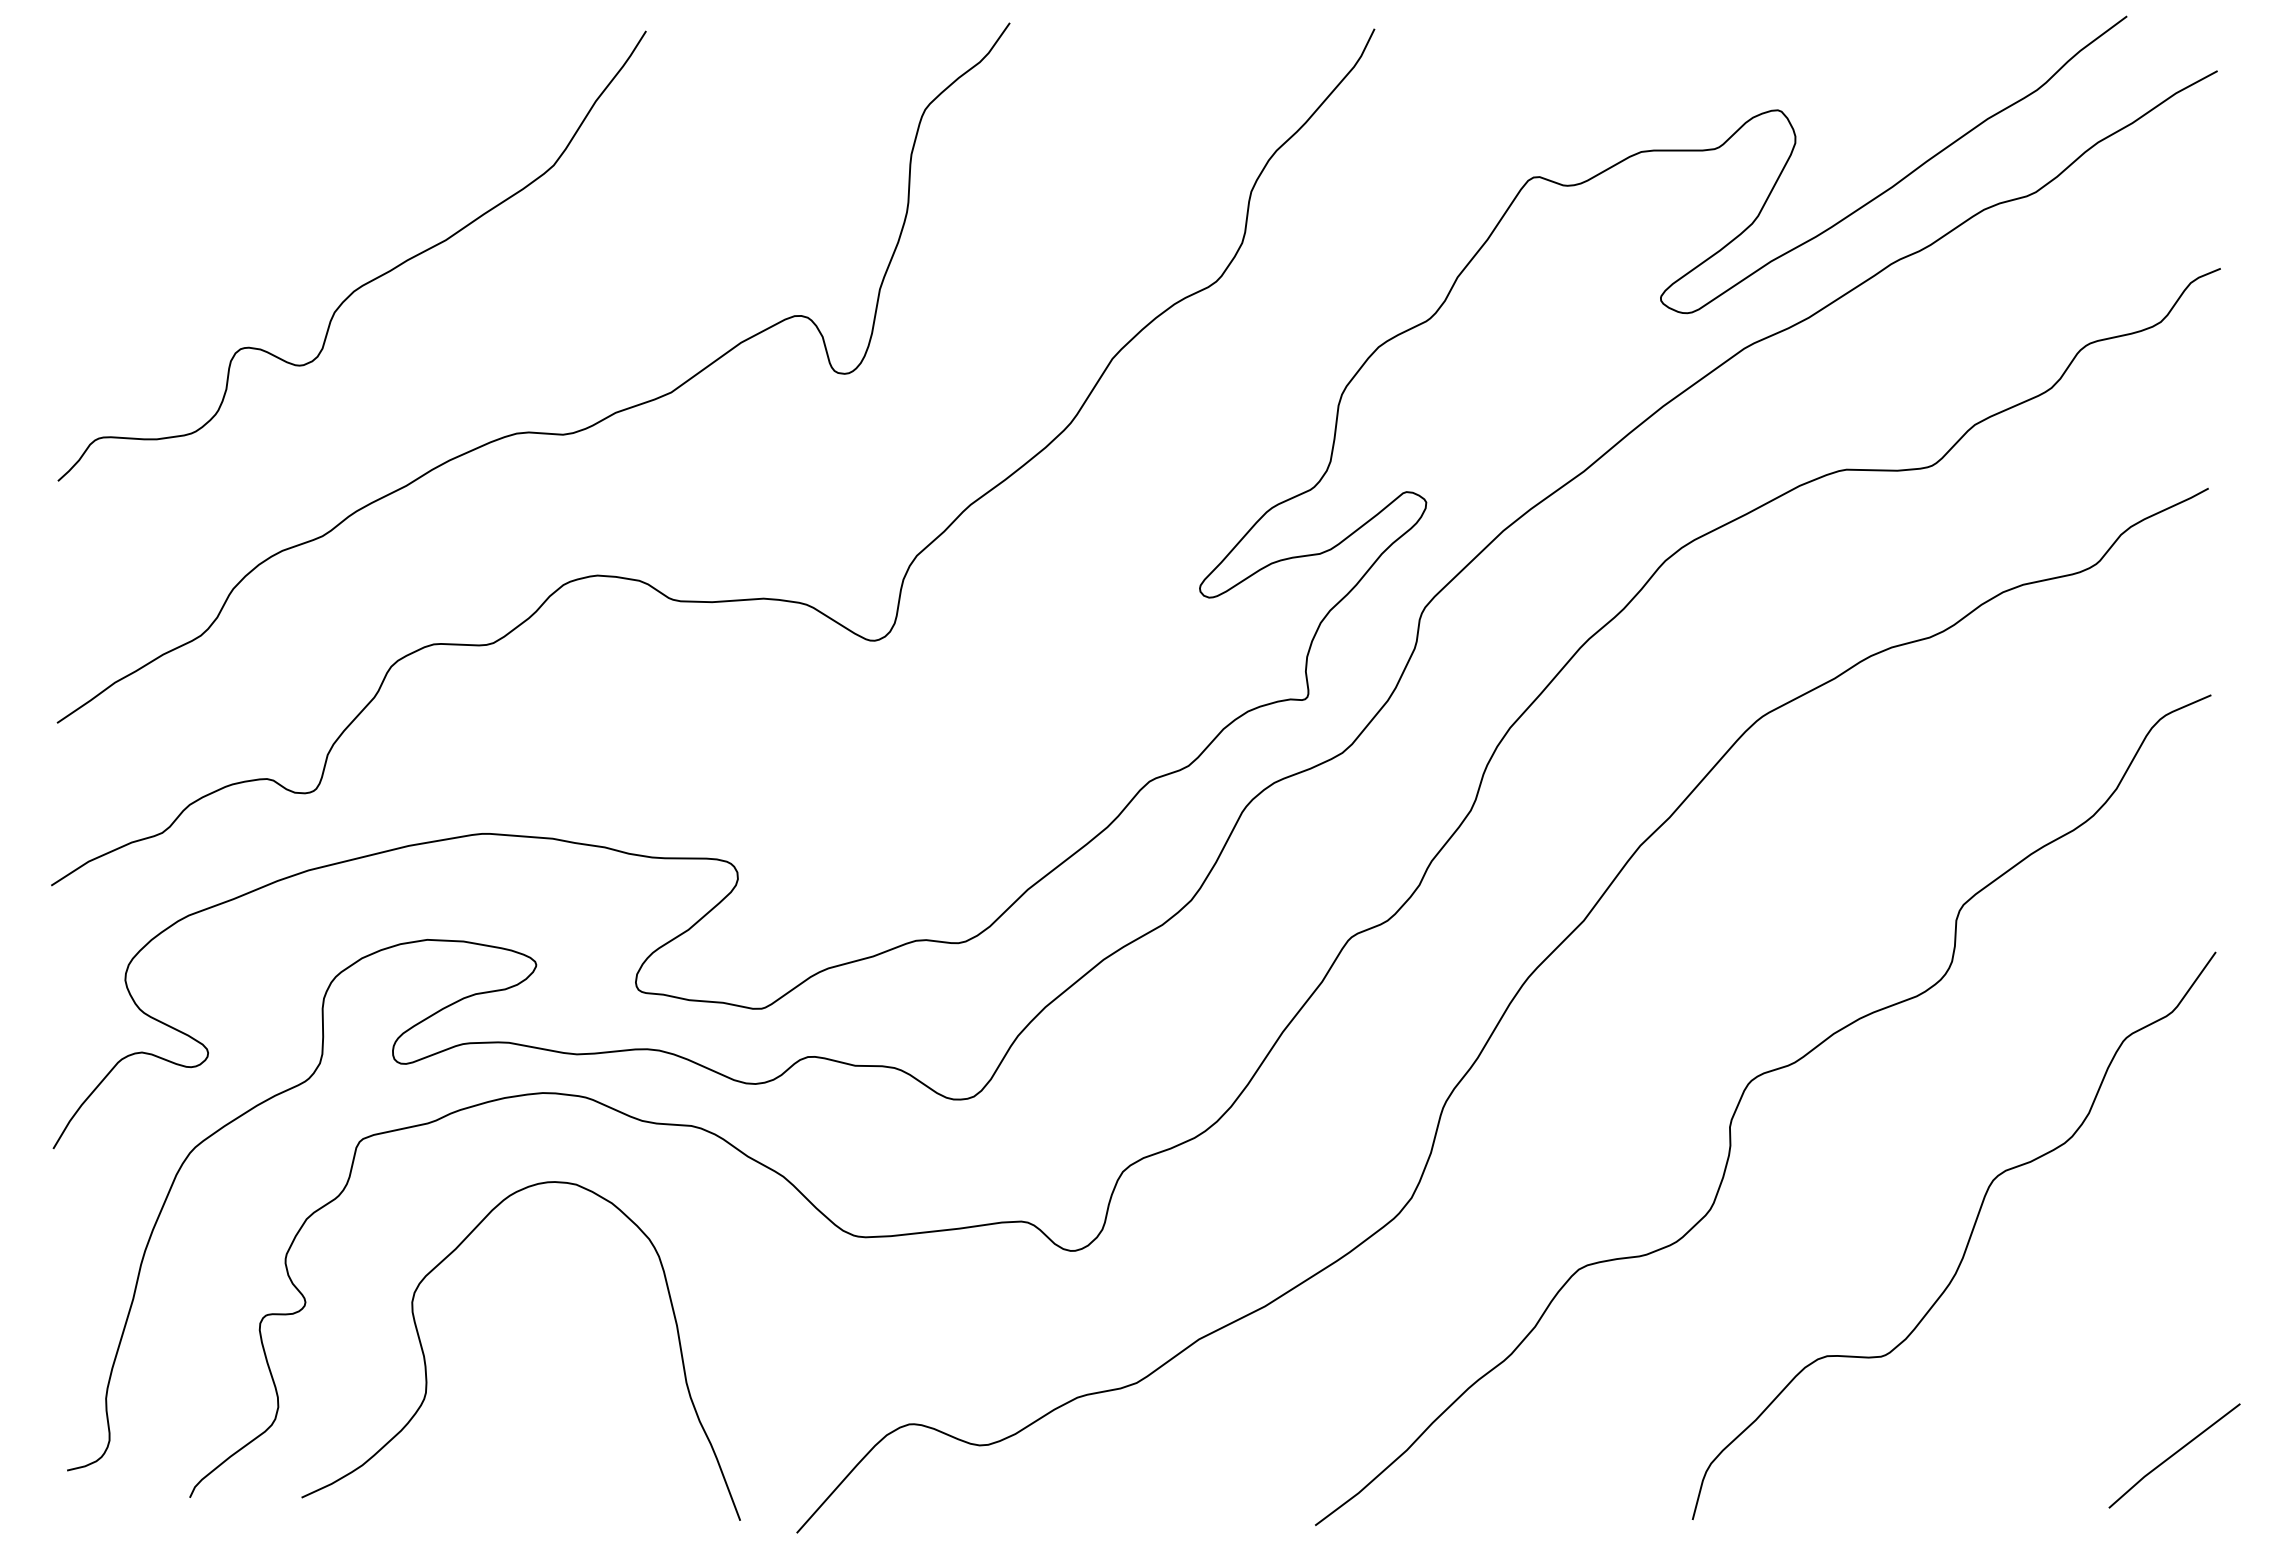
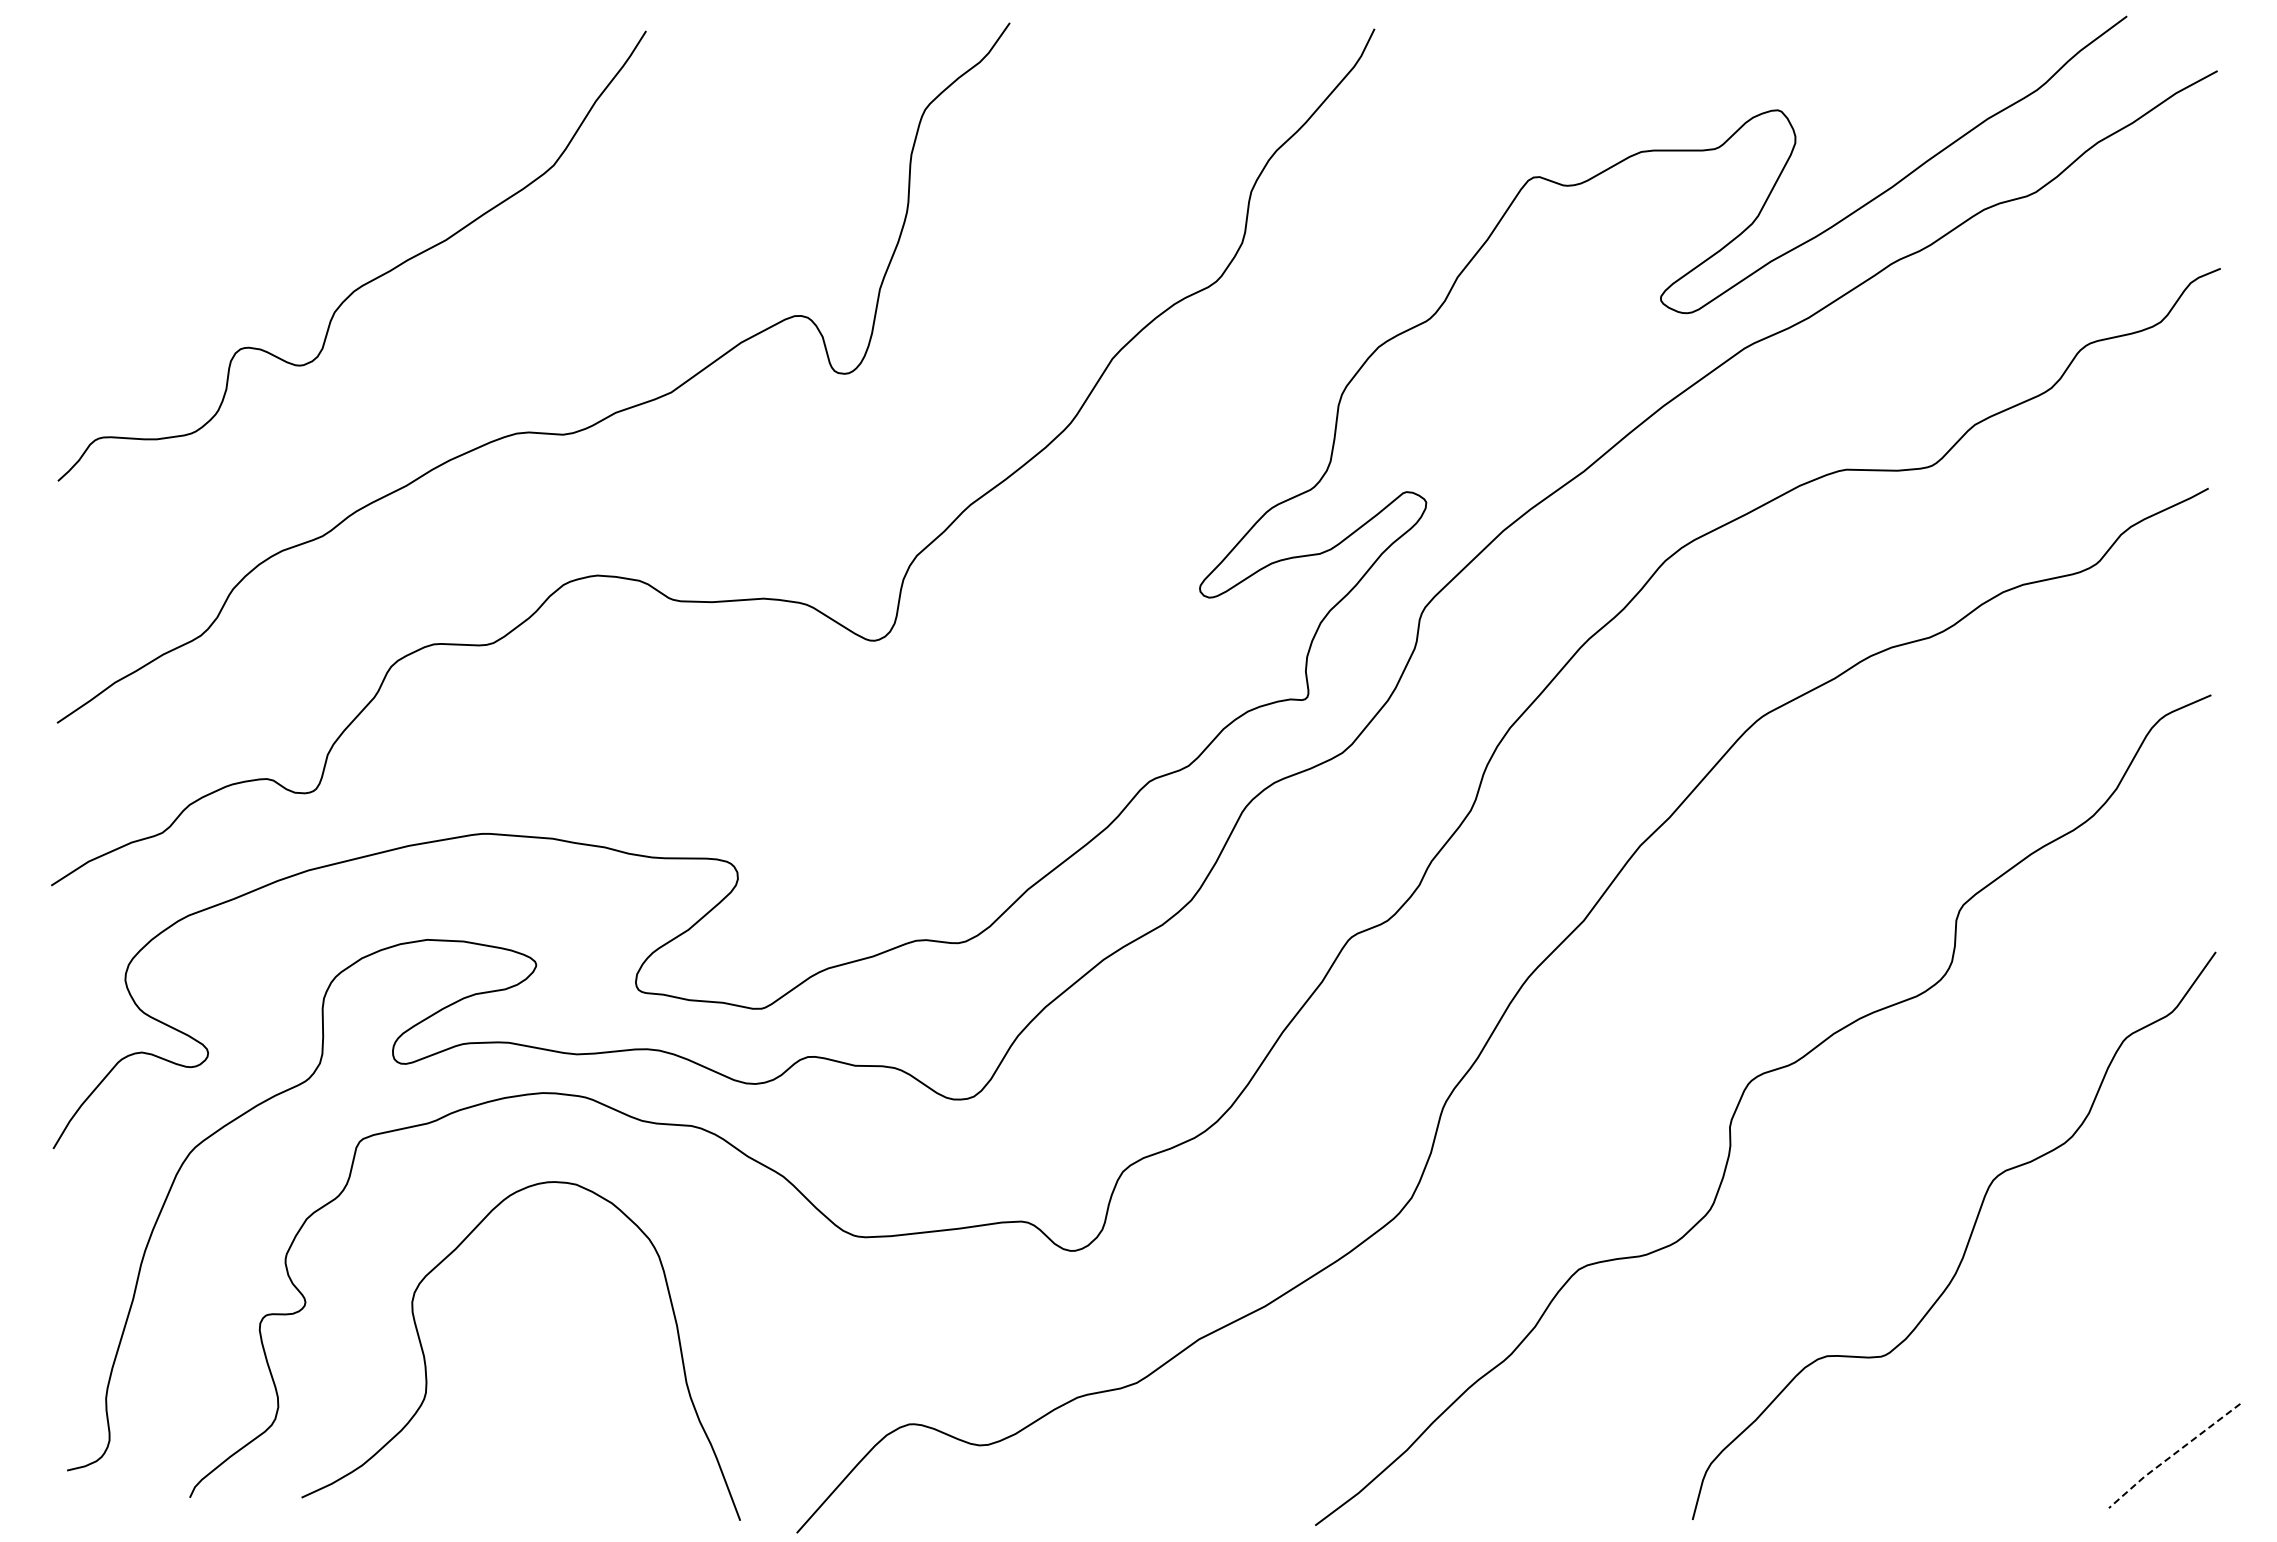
line at (2173, 1455): solid -> dashed
